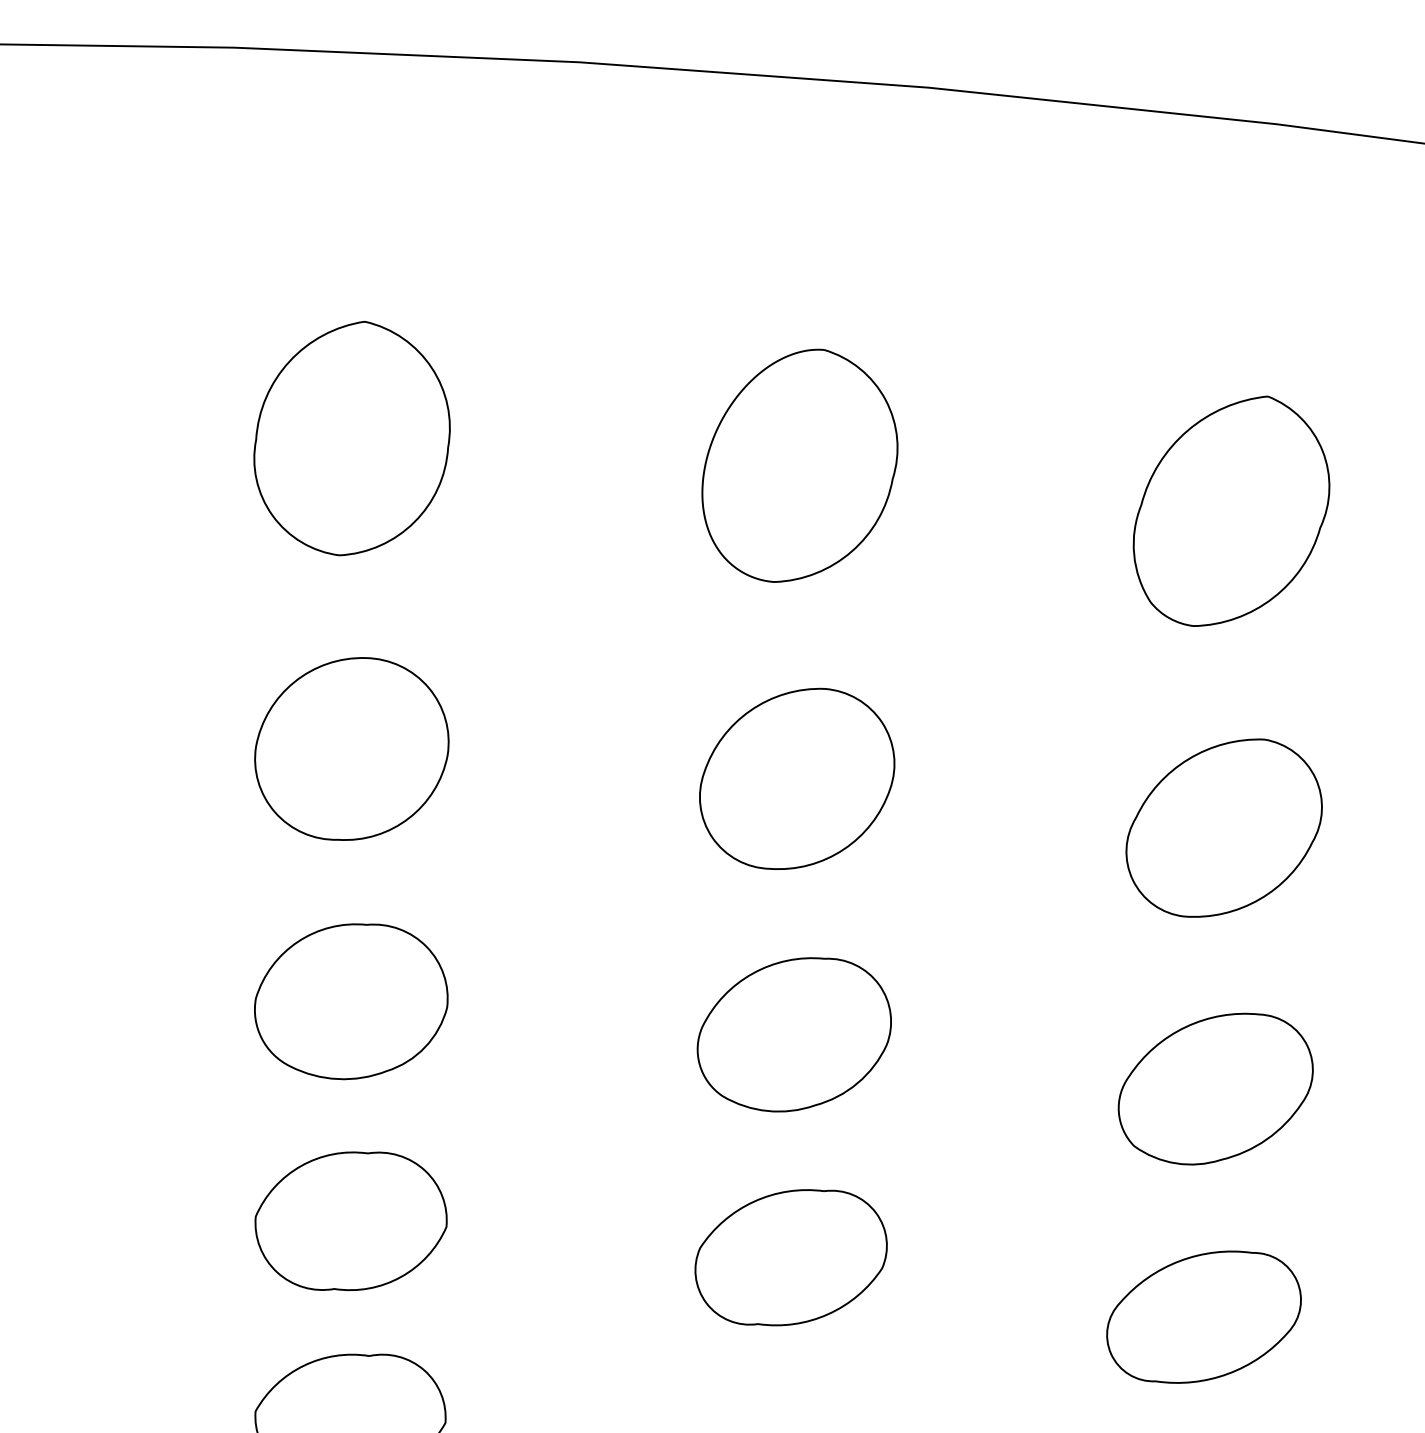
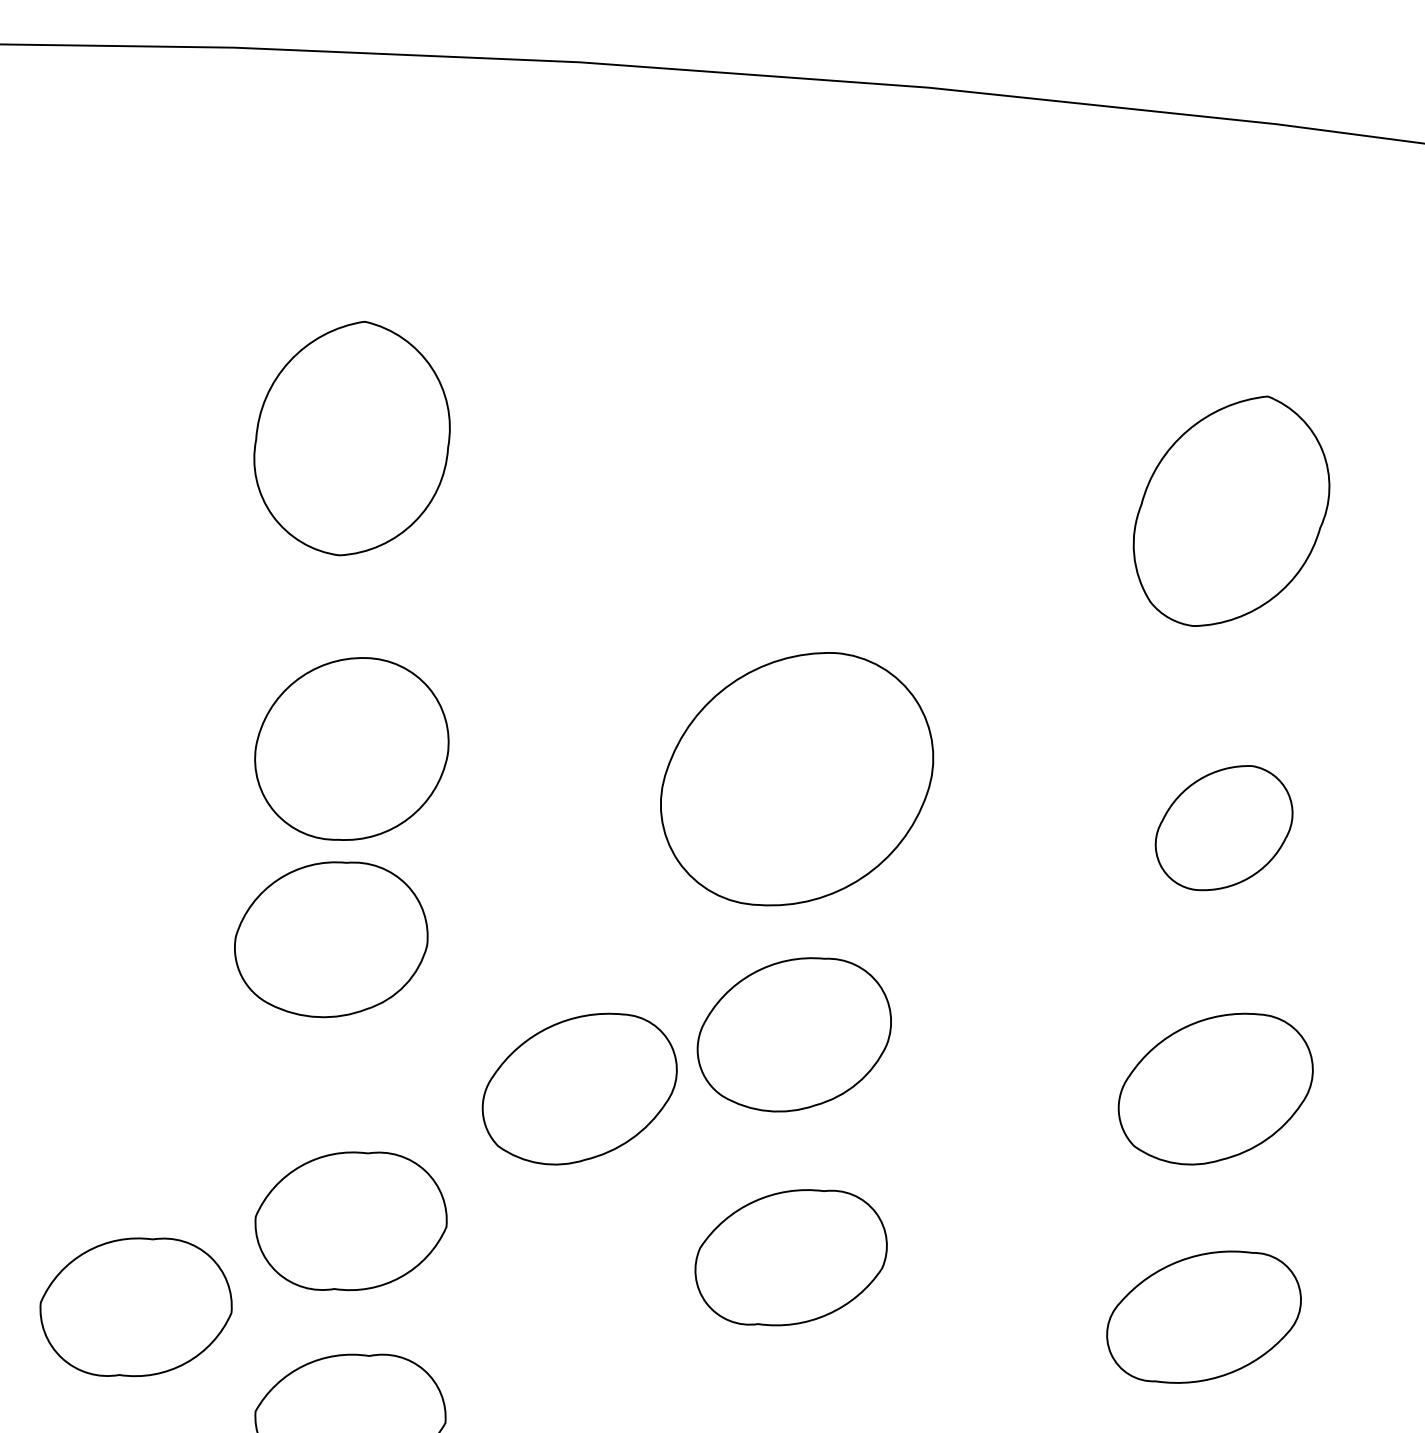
part at (799, 465): present -> none
part at (797, 778) size: 197x183 px -> 275x255 px
part at (1223, 827) size: 198x180 px -> 140x127 px
part at (351, 1001) position: (351, 1001) -> (331, 939)
part at (579, 1088): none -> present
part at (135, 1307): none -> present
